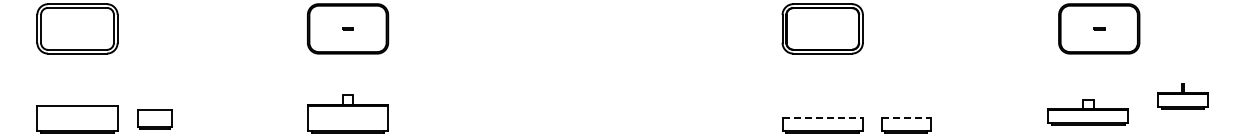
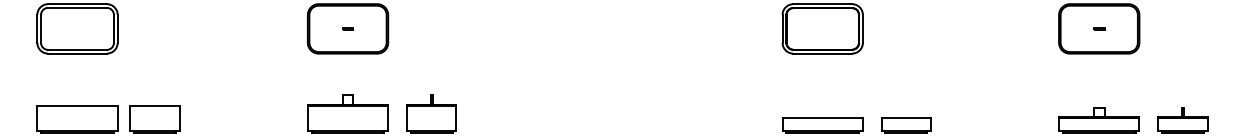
part at (1182, 96) position: (1182, 96) -> (1182, 120)
part at (1087, 112) position: (1087, 112) -> (1098, 120)
part at (431, 113): none -> present
line at (823, 118): dashed -> solid
line at (906, 118): dashed -> solid
part at (154, 119) size: 36x21 px -> 52x29 px
